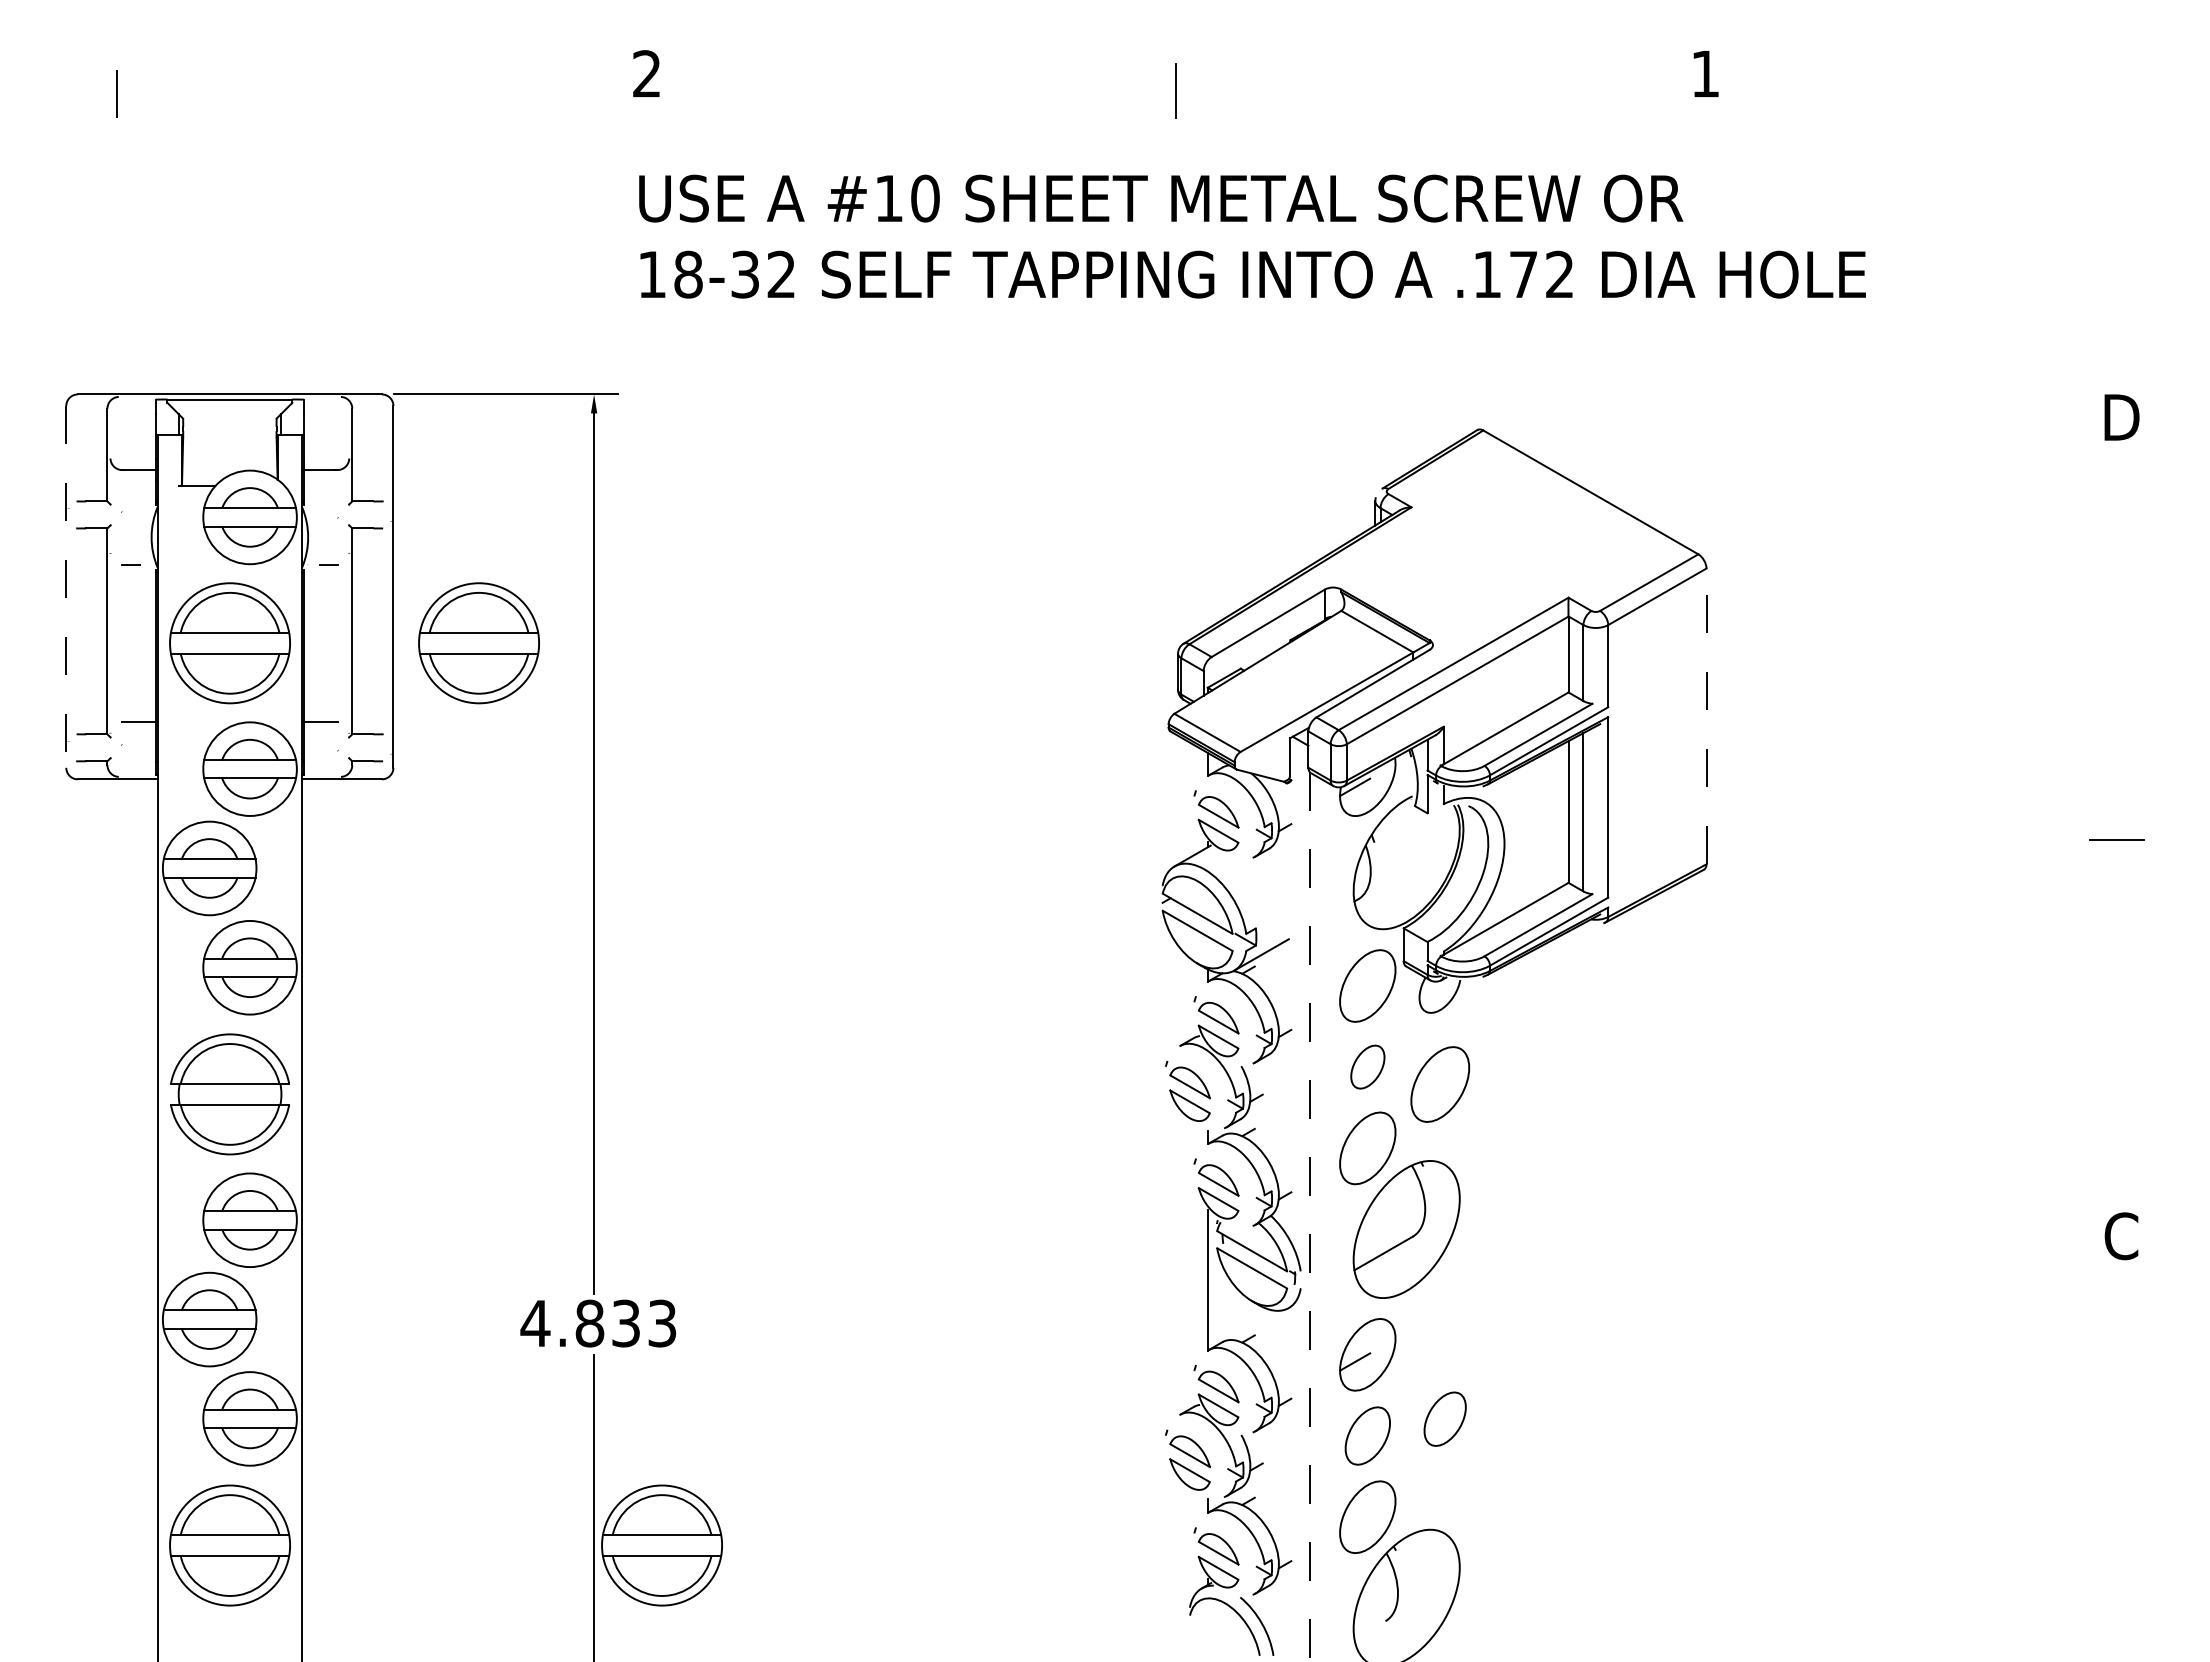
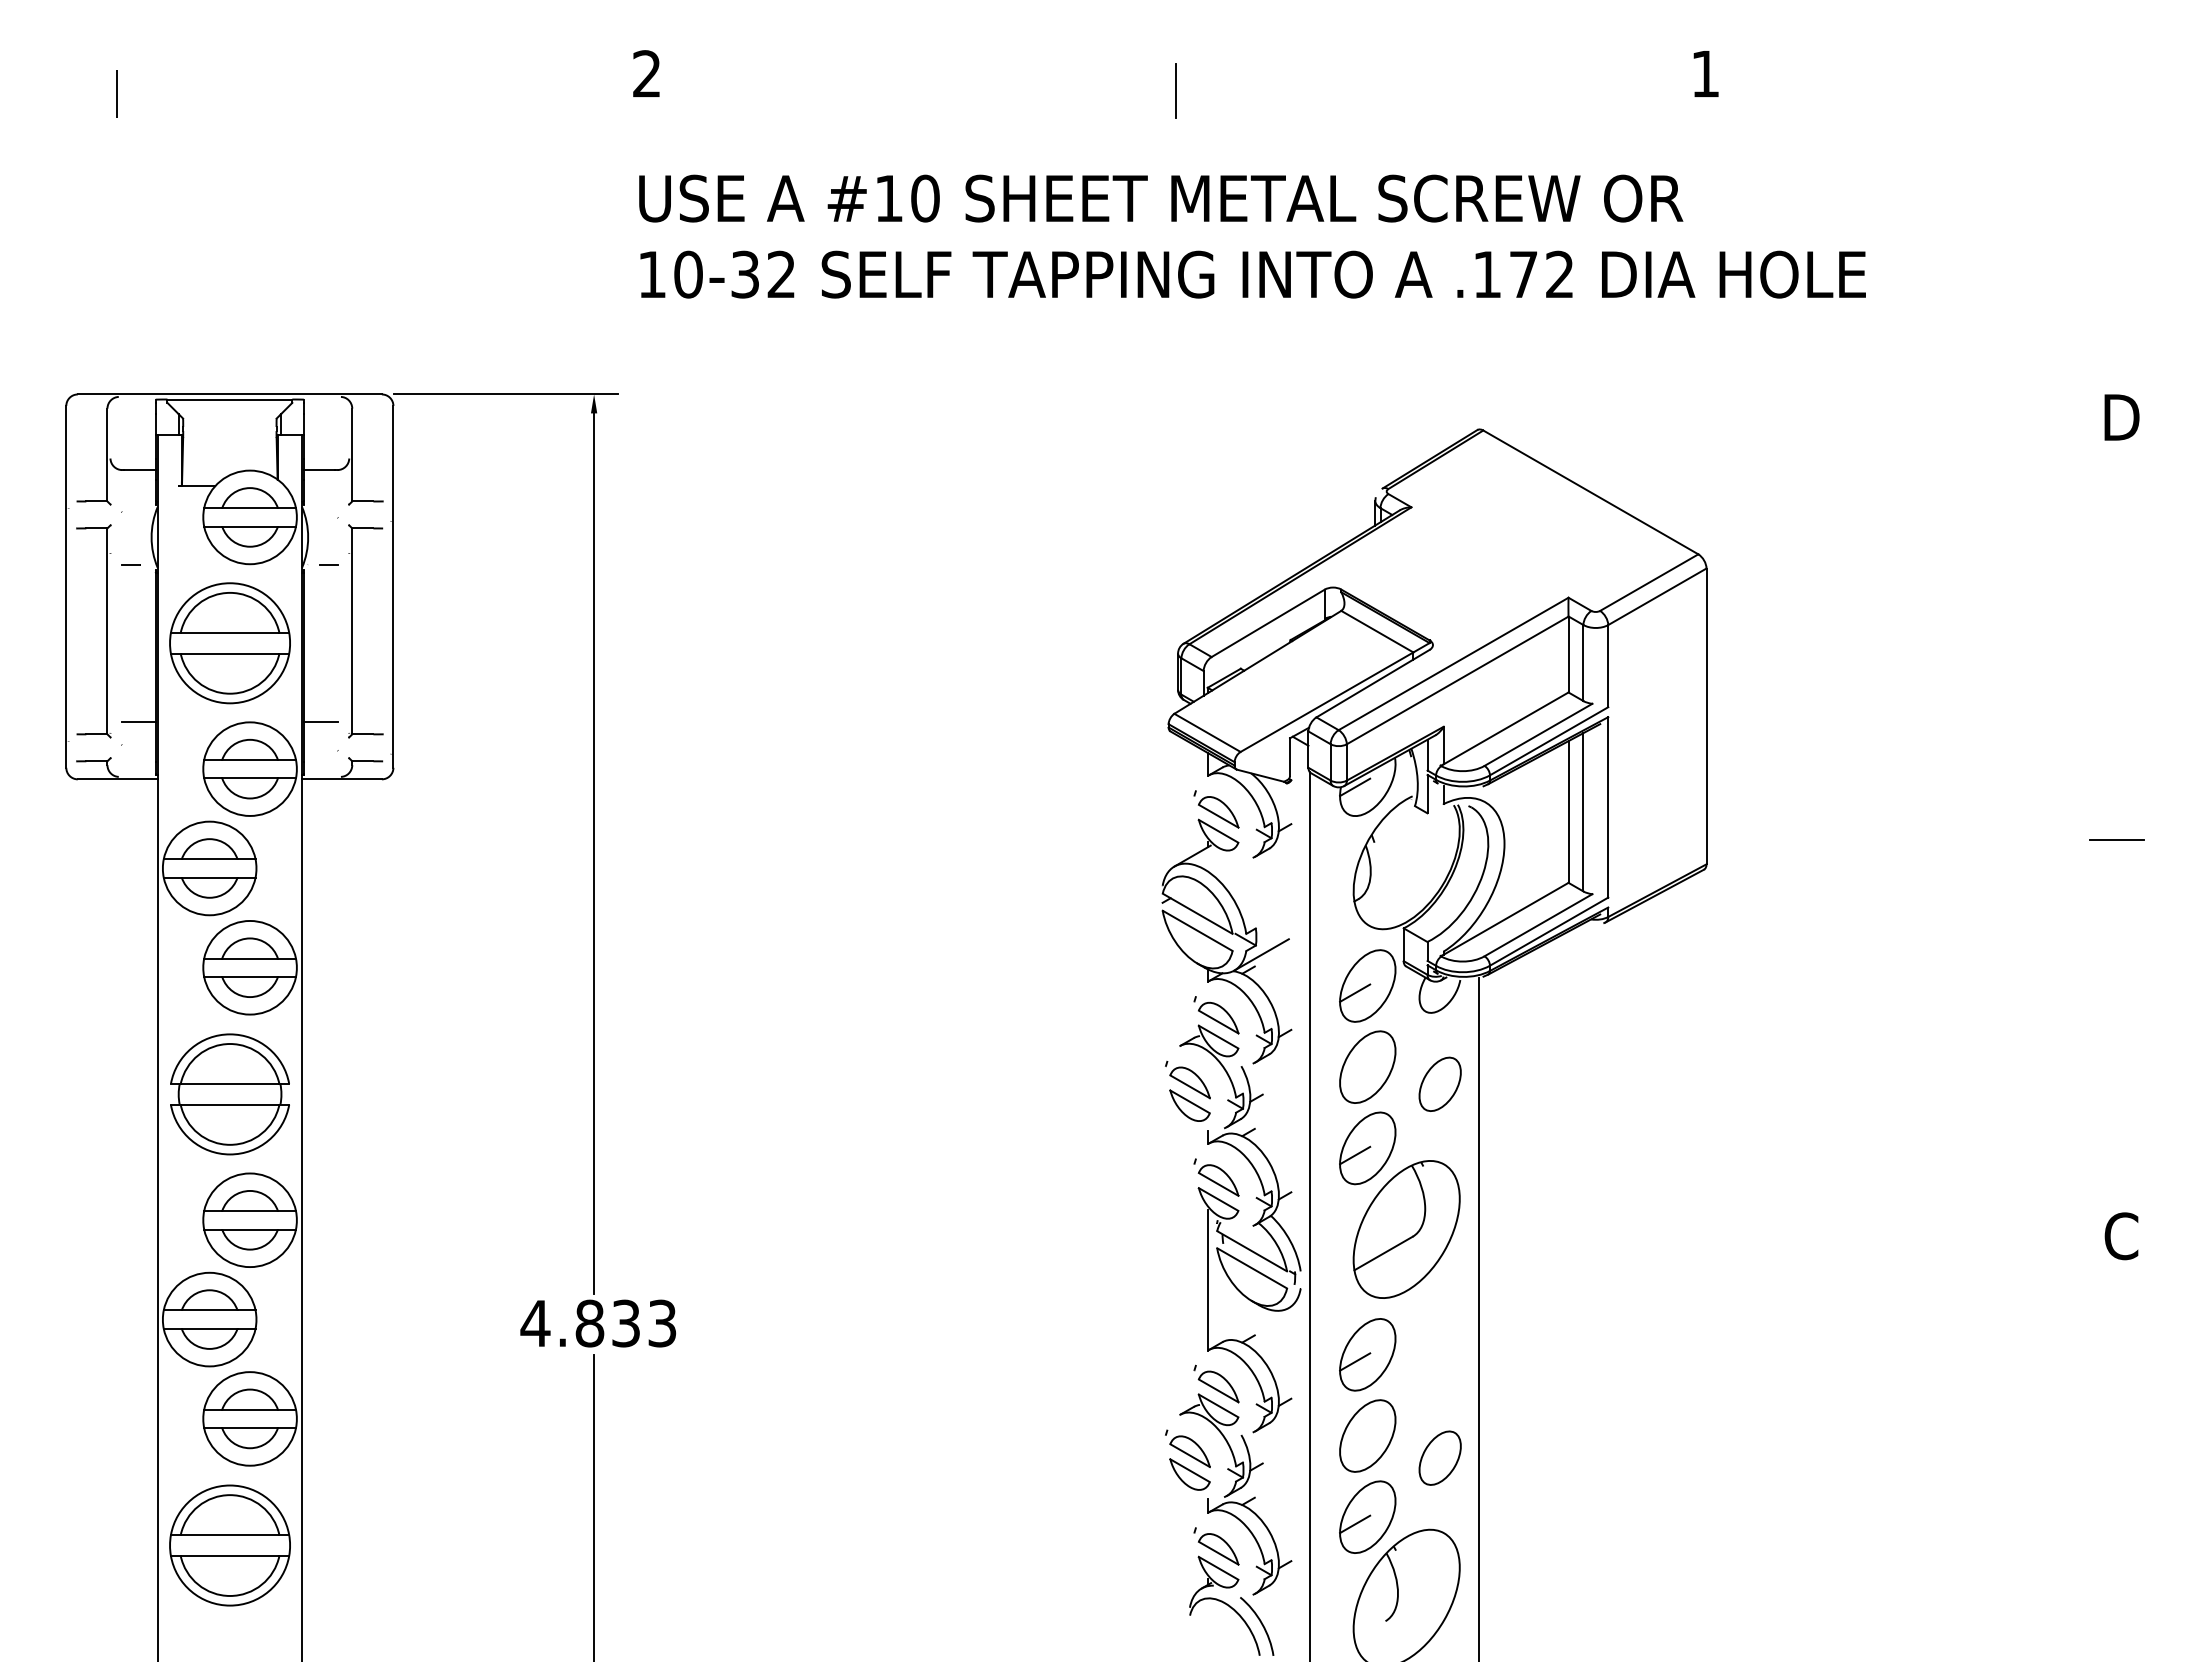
text at (688, 274): 18-32 -> 10-32
line at (66, 586): dashed -> solid
part at (478, 643): present -> none
line at (1706, 716): dashed -> solid
line at (1355, 992): none -> present
part at (1367, 1066) size: 36x46 px -> 58x74 px
part at (1440, 1084) size: 61x77 px -> 44x56 px
line at (1355, 1155): none -> present
line at (1309, 1217): dashed -> solid
line at (1478, 1318): none -> present
part at (1444, 1418) position: (1444, 1418) -> (1439, 1457)
part at (1367, 1435) size: 47x60 px -> 58x74 px
line at (1355, 1524): none -> present
part at (661, 1545): present -> none
